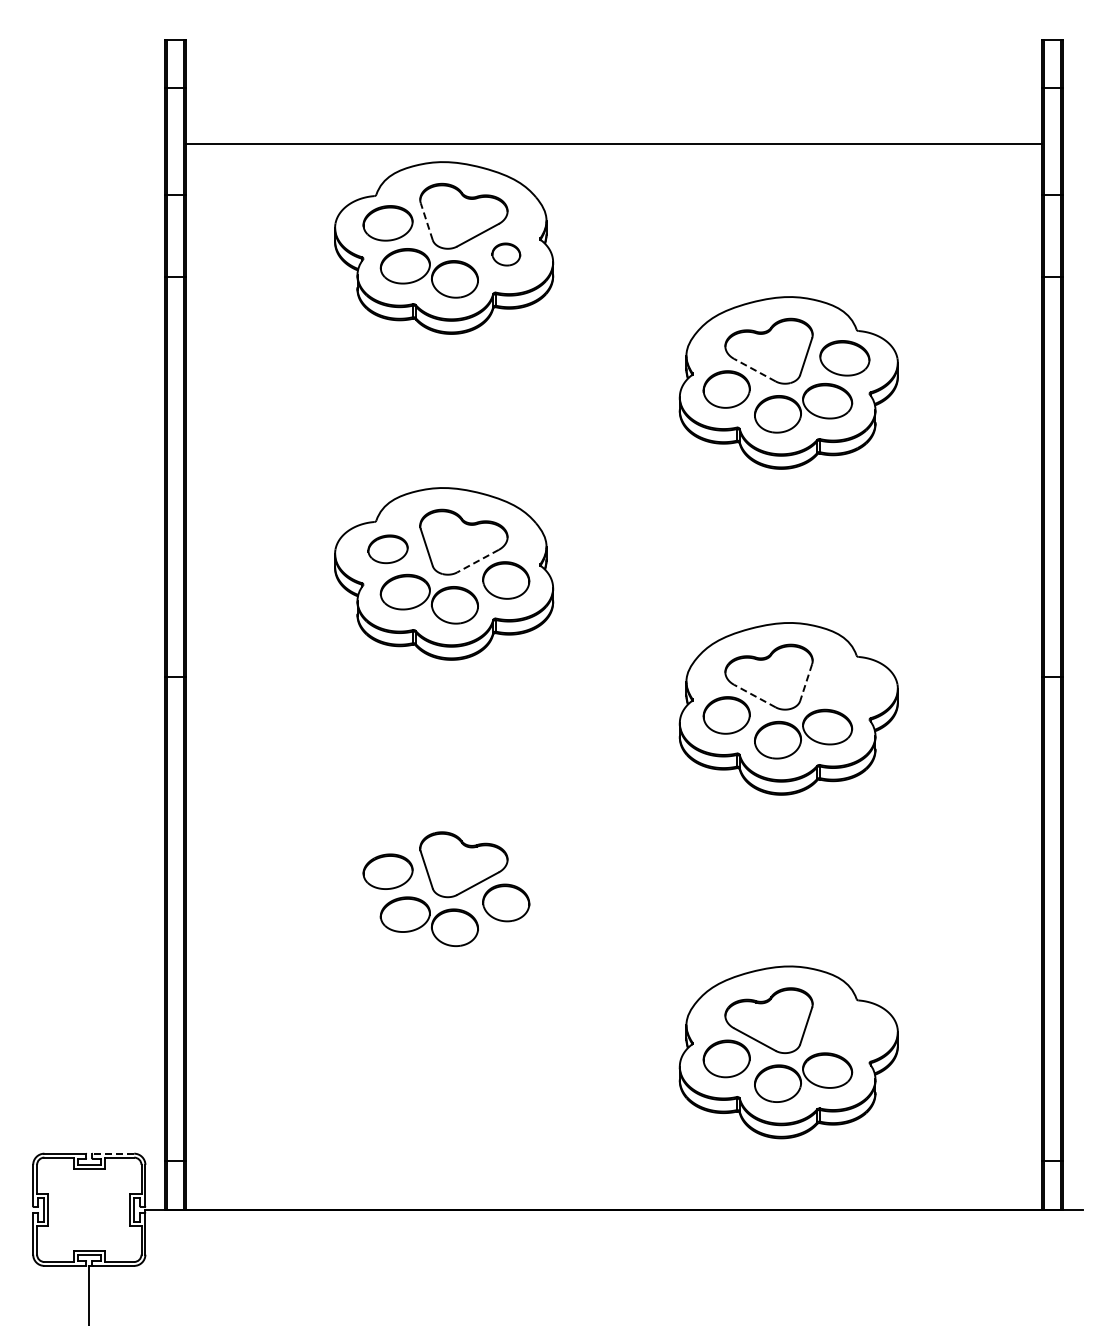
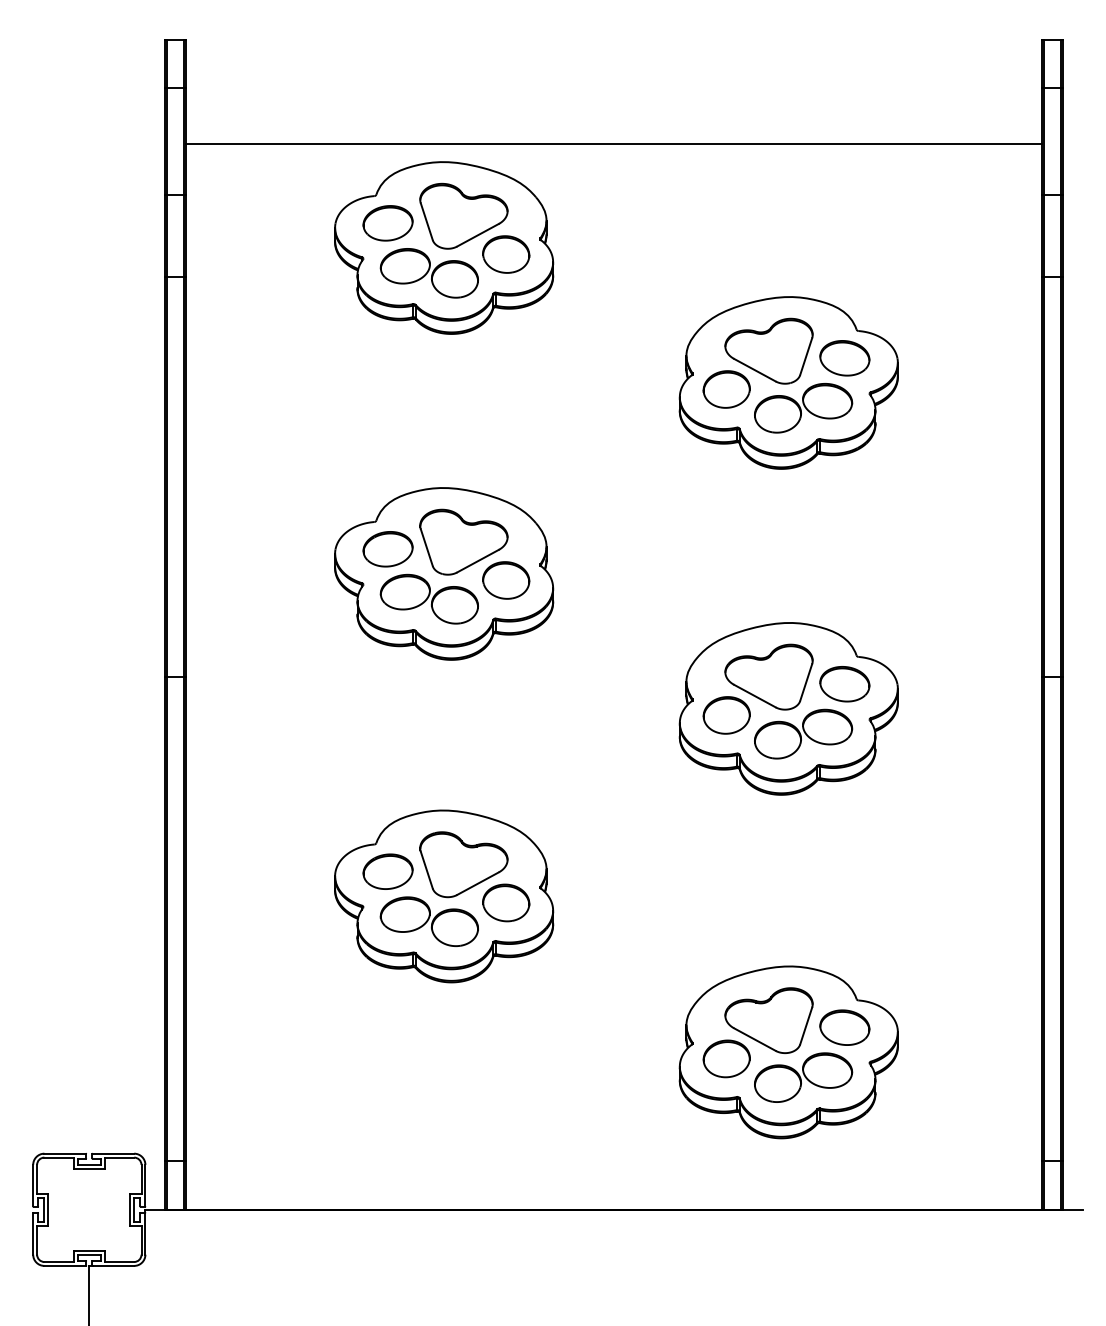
line at (426, 221): dashed -> solid
part at (506, 254) size: 31x25 px -> 49x39 px
line at (754, 370): dashed -> solid
part at (387, 549) size: 42x31 px -> 52x37 px
line at (478, 561): dashed -> solid
line at (806, 683): dashed -> solid
part at (844, 684): none -> present
line at (754, 696): dashed -> solid
part at (444, 896): none -> present
part at (844, 1027): none -> present
line at (113, 1153): dashed -> solid
